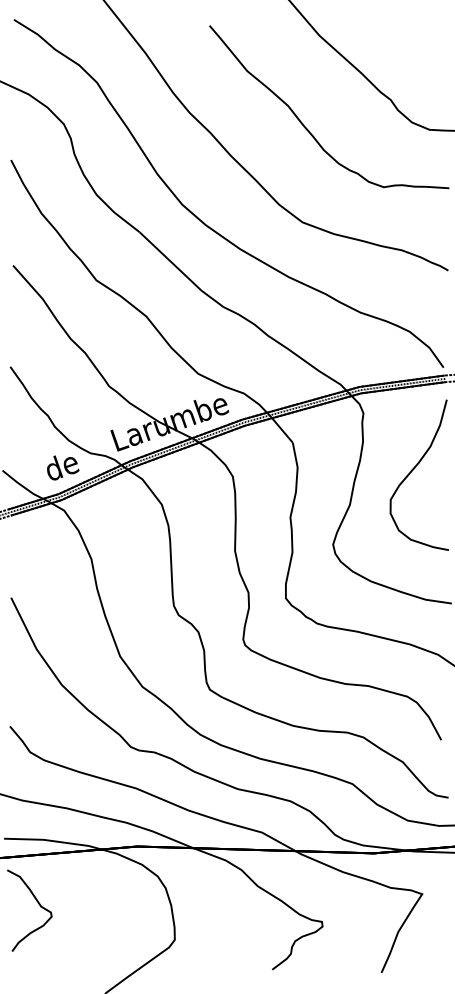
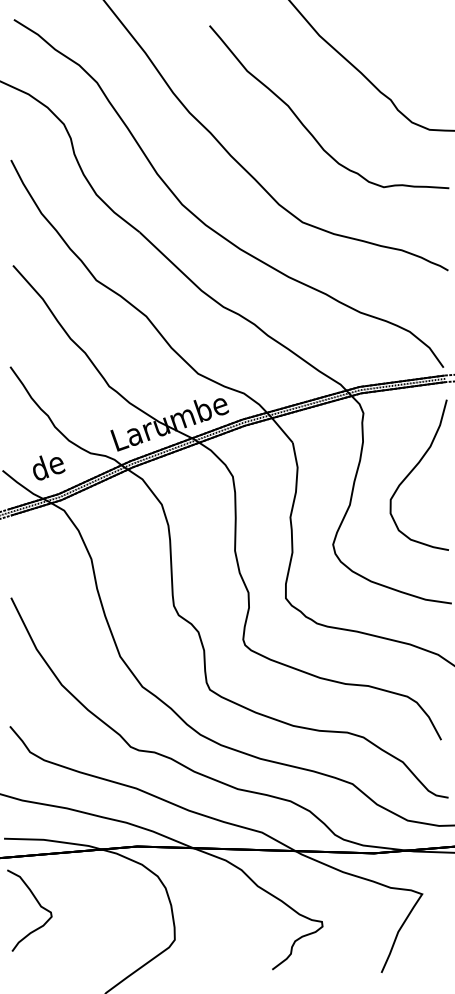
text at (63, 467) position: (63, 467) -> (49, 467)
